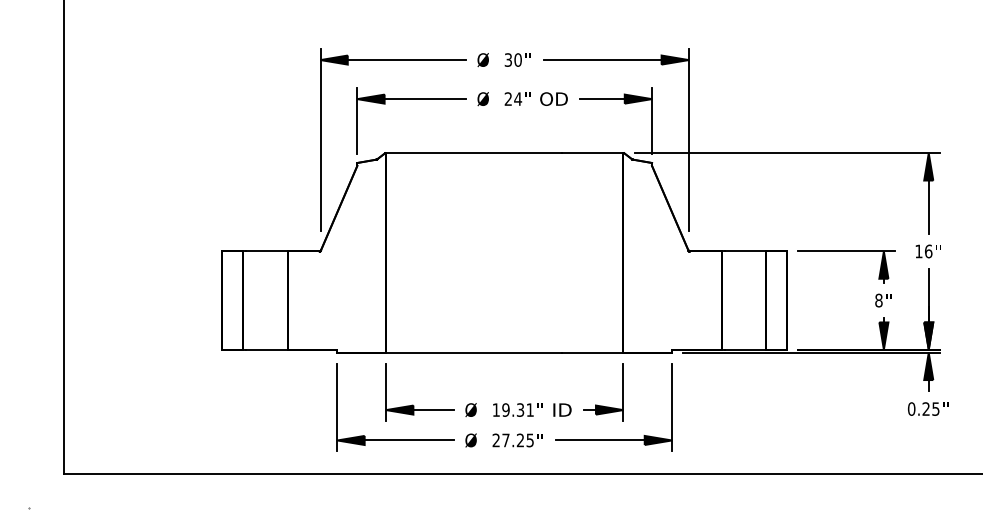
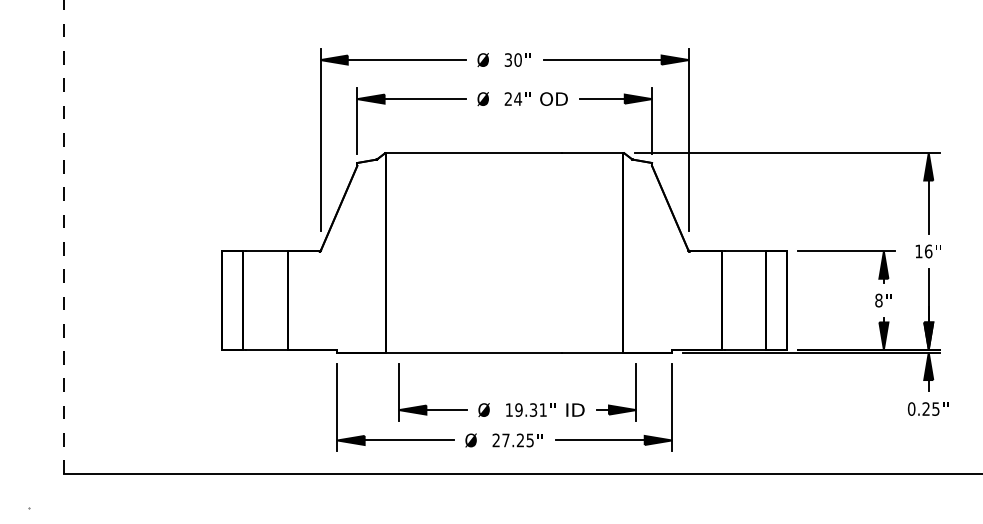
line at (63, 237): solid -> dashed
part at (504, 403) position: (504, 403) -> (517, 403)
